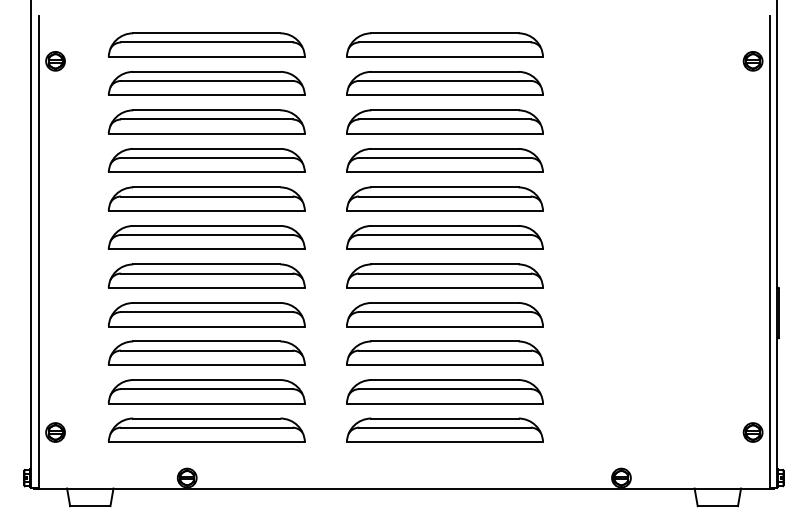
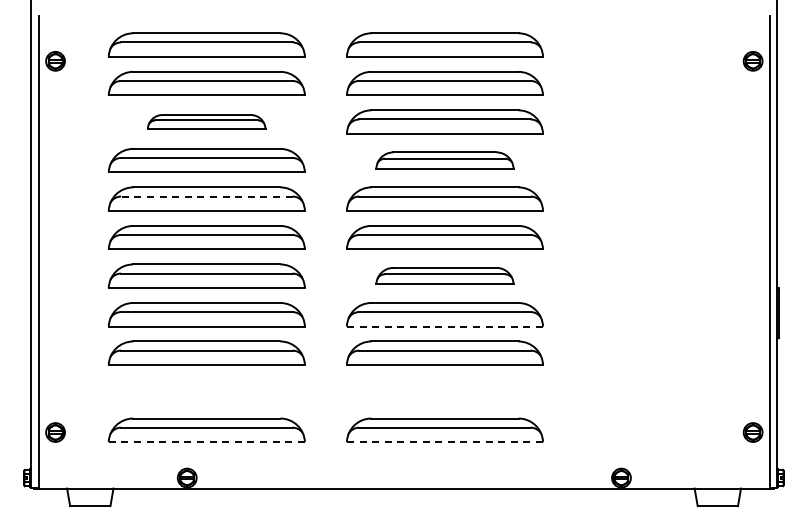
part at (206, 121) size: 199x26 px -> 120x16 px
part at (444, 160) size: 198x25 px -> 140x19 px
line at (206, 196): solid -> dashed
part at (444, 275) size: 198x26 px -> 140x18 px
line at (444, 326): solid -> dashed
part at (206, 391): present -> none
part at (444, 391): present -> none
line at (206, 442): solid -> dashed
line at (444, 442): solid -> dashed
